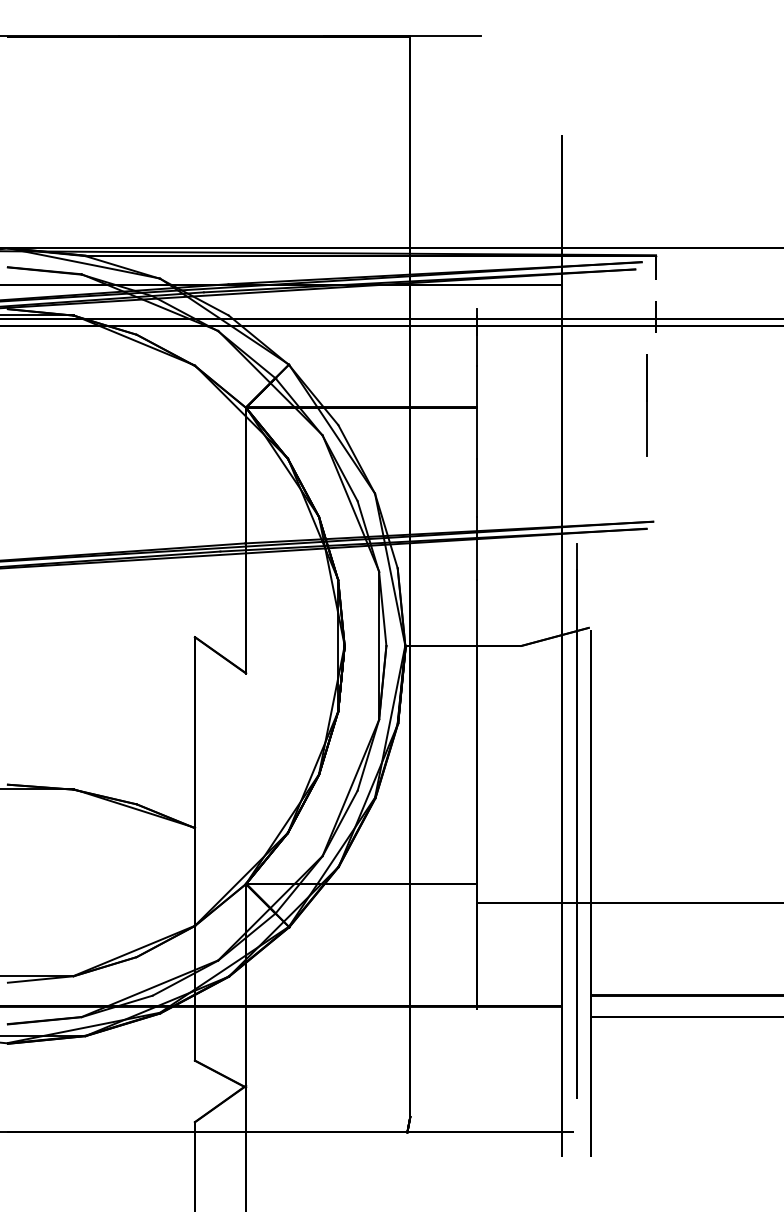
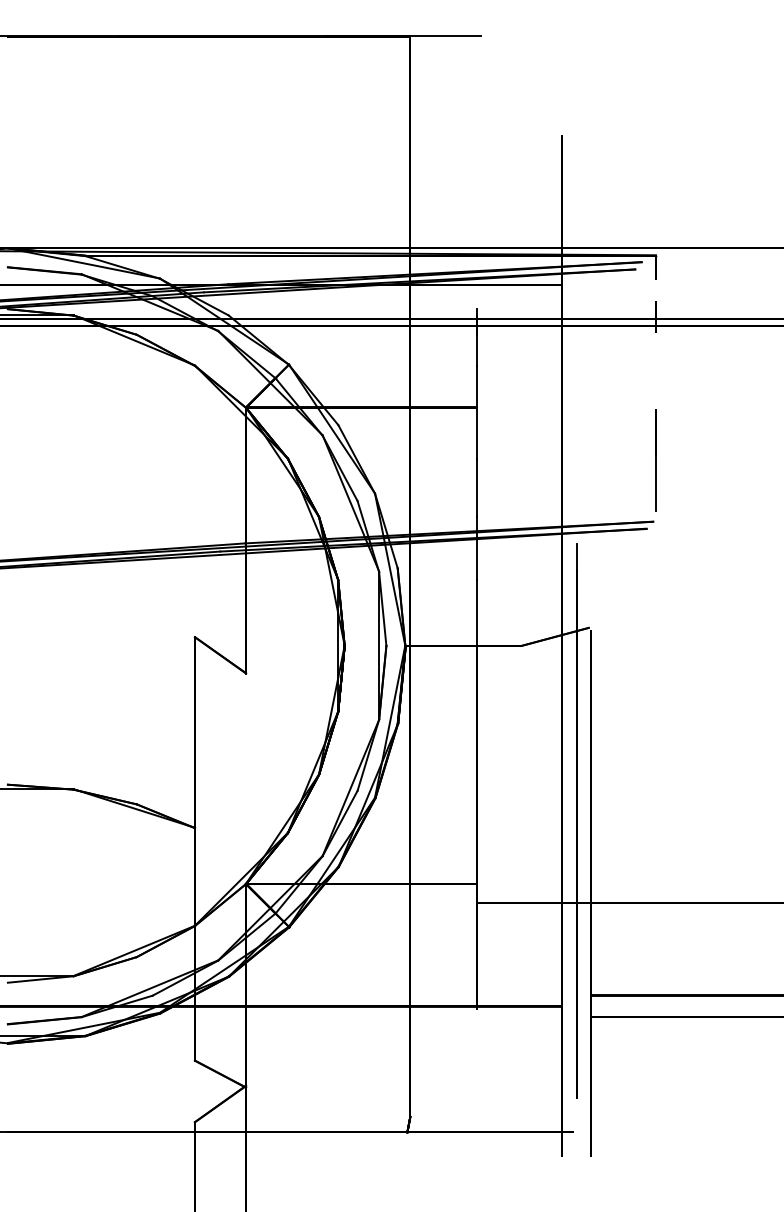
line at (646, 405) position: (646, 405) -> (655, 460)
